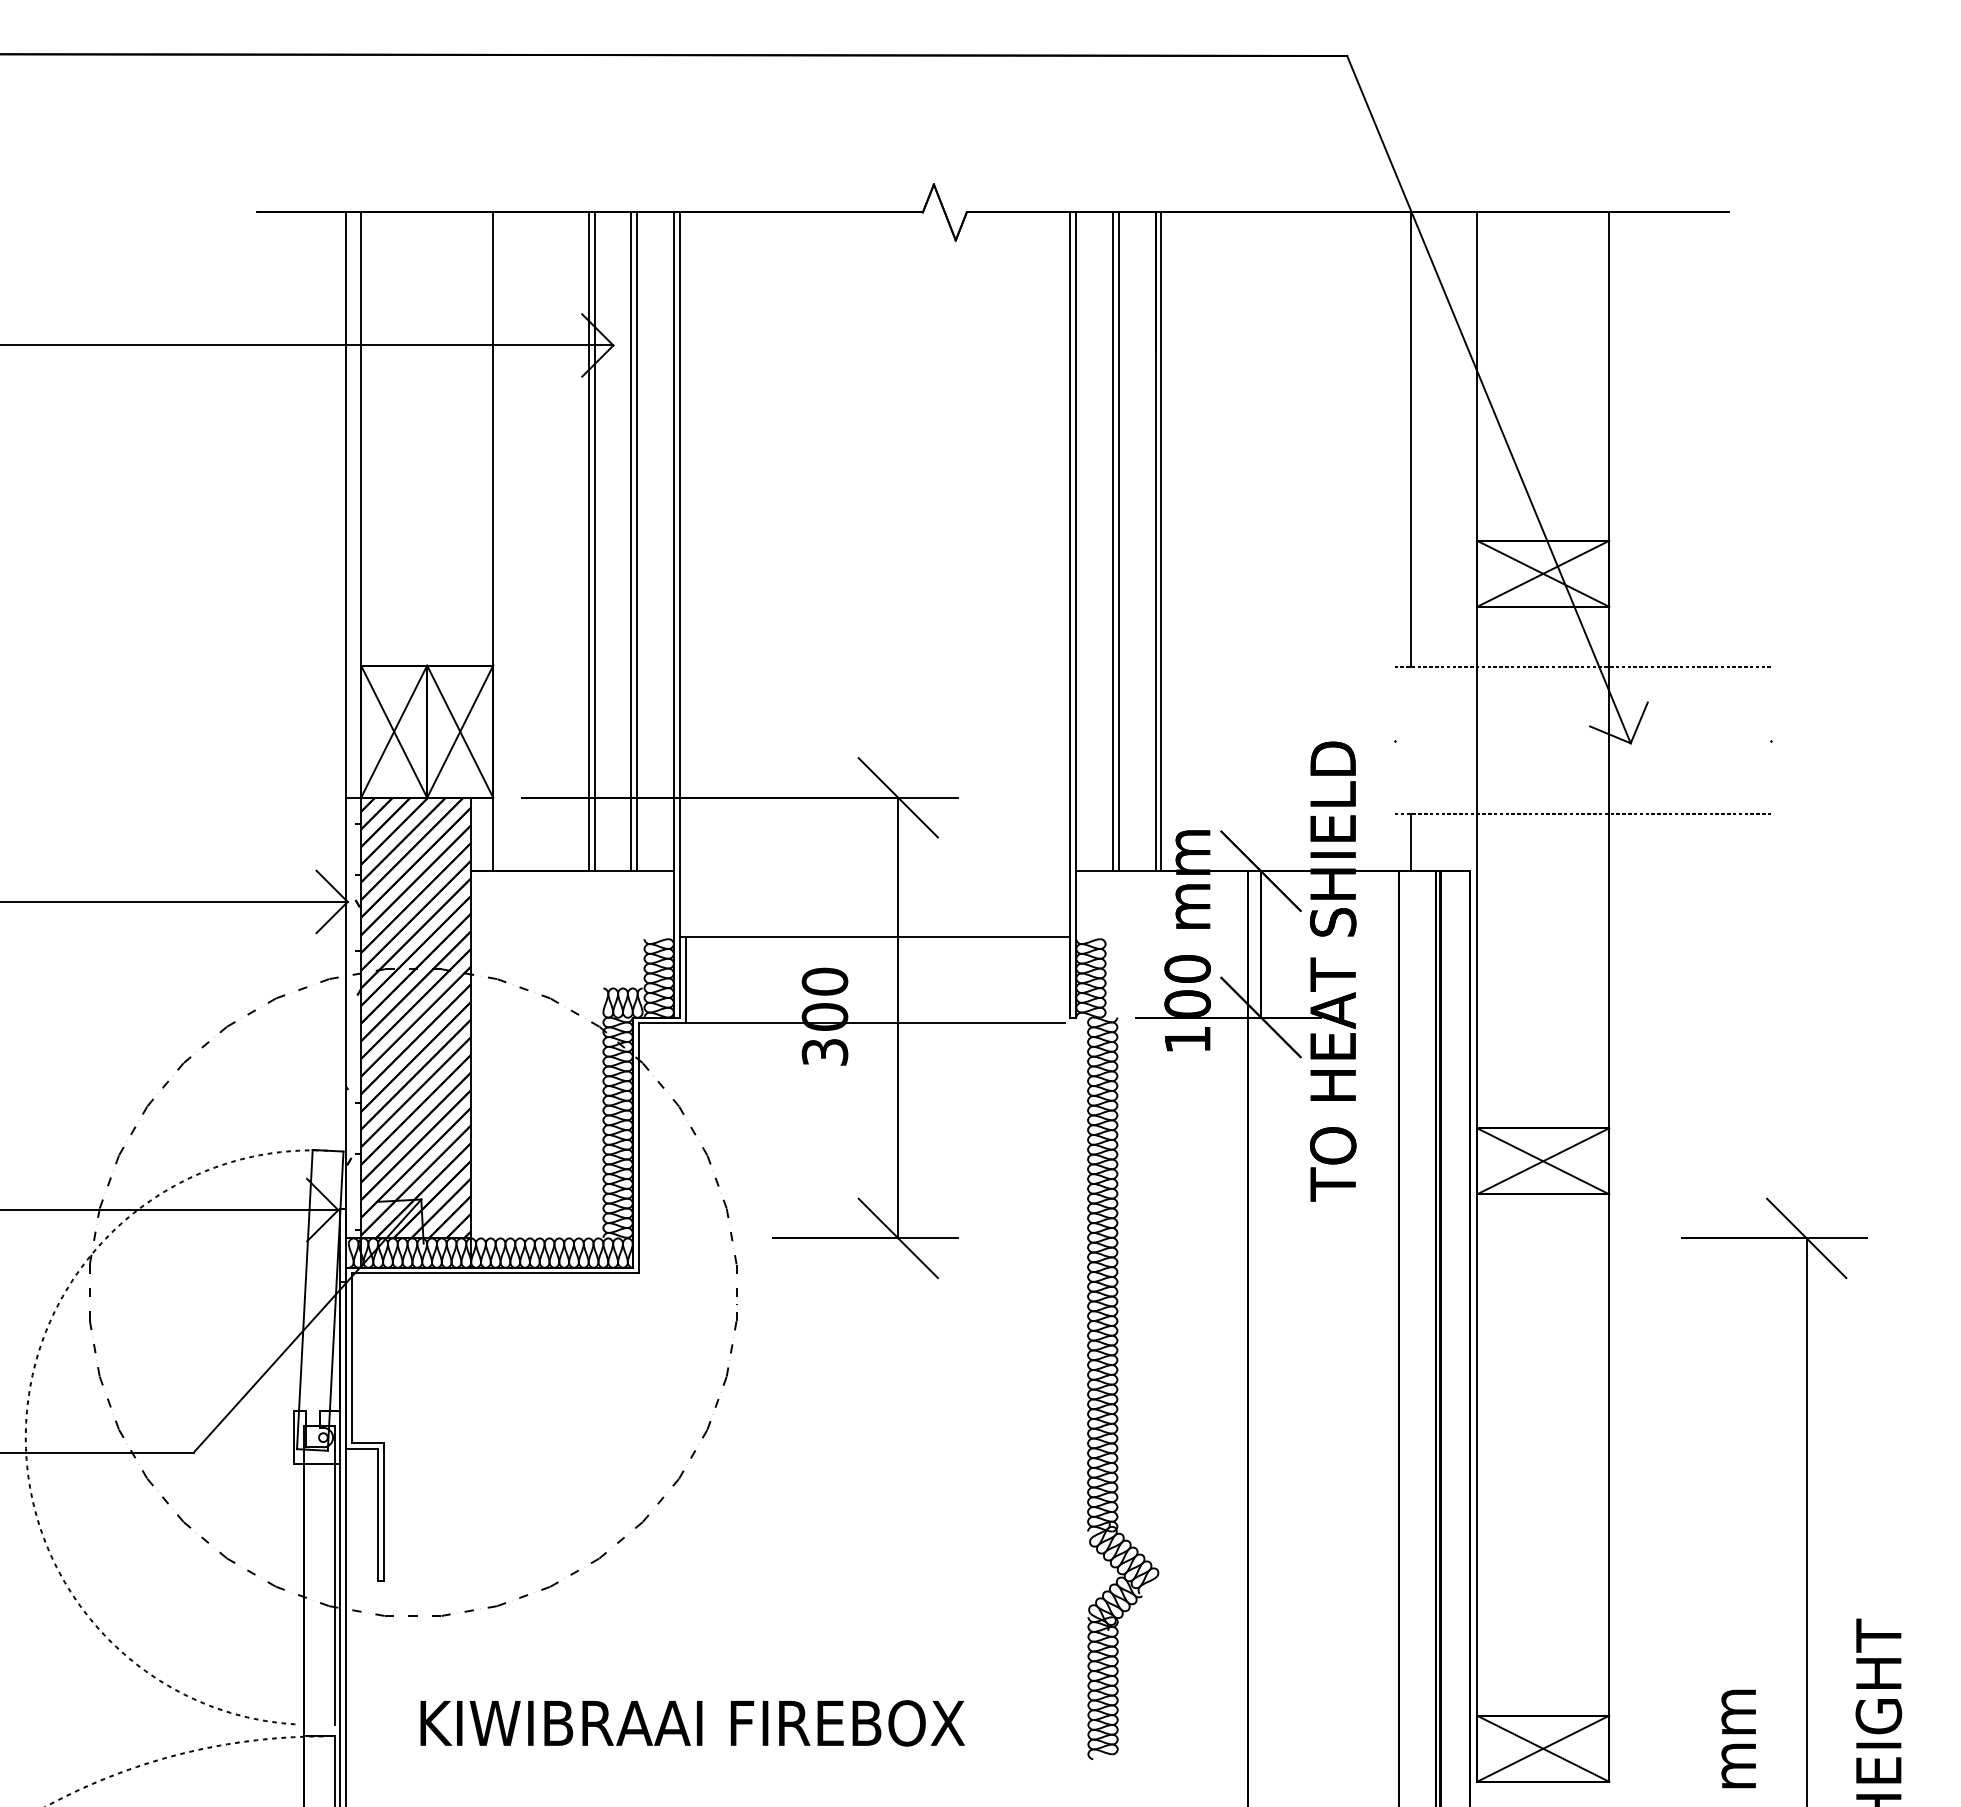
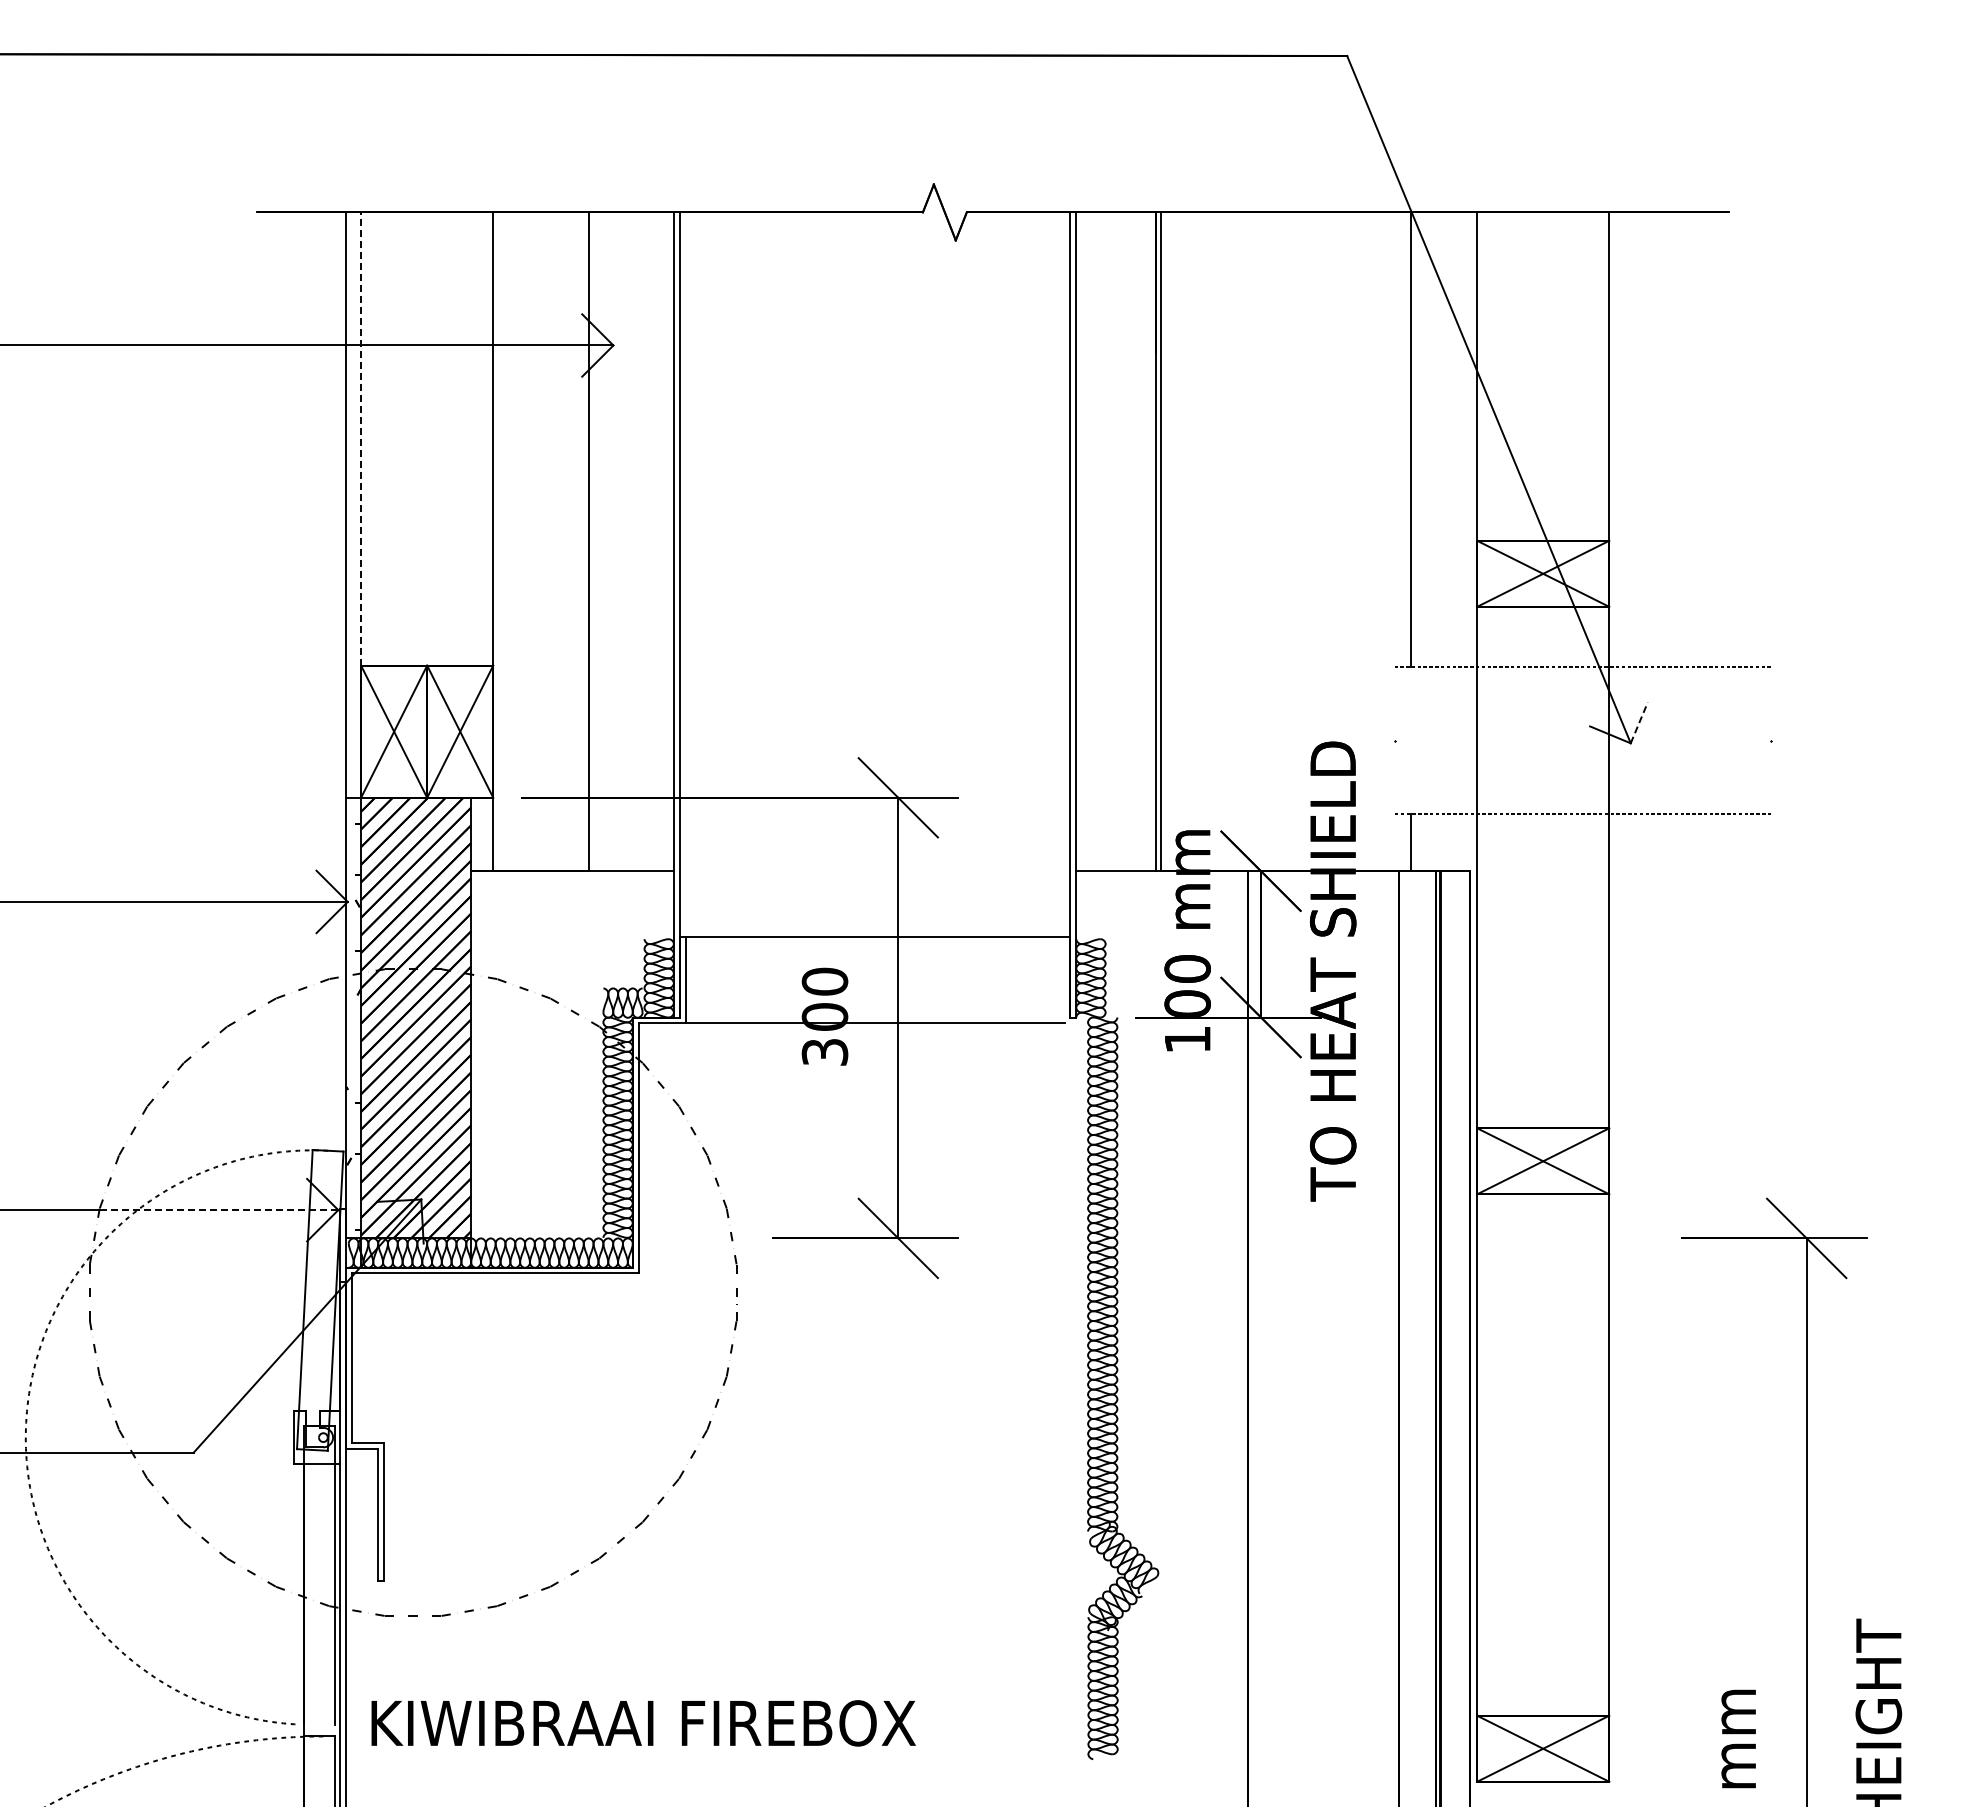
line at (361, 439): solid -> dashed
line at (594, 541): present -> none
line at (631, 541): present -> none
line at (637, 541): present -> none
line at (1113, 541): present -> none
line at (1118, 541): present -> none
line at (1639, 722): solid -> dashed
line at (217, 1210): solid -> dashed
text at (692, 1723) position: (692, 1723) -> (643, 1723)
